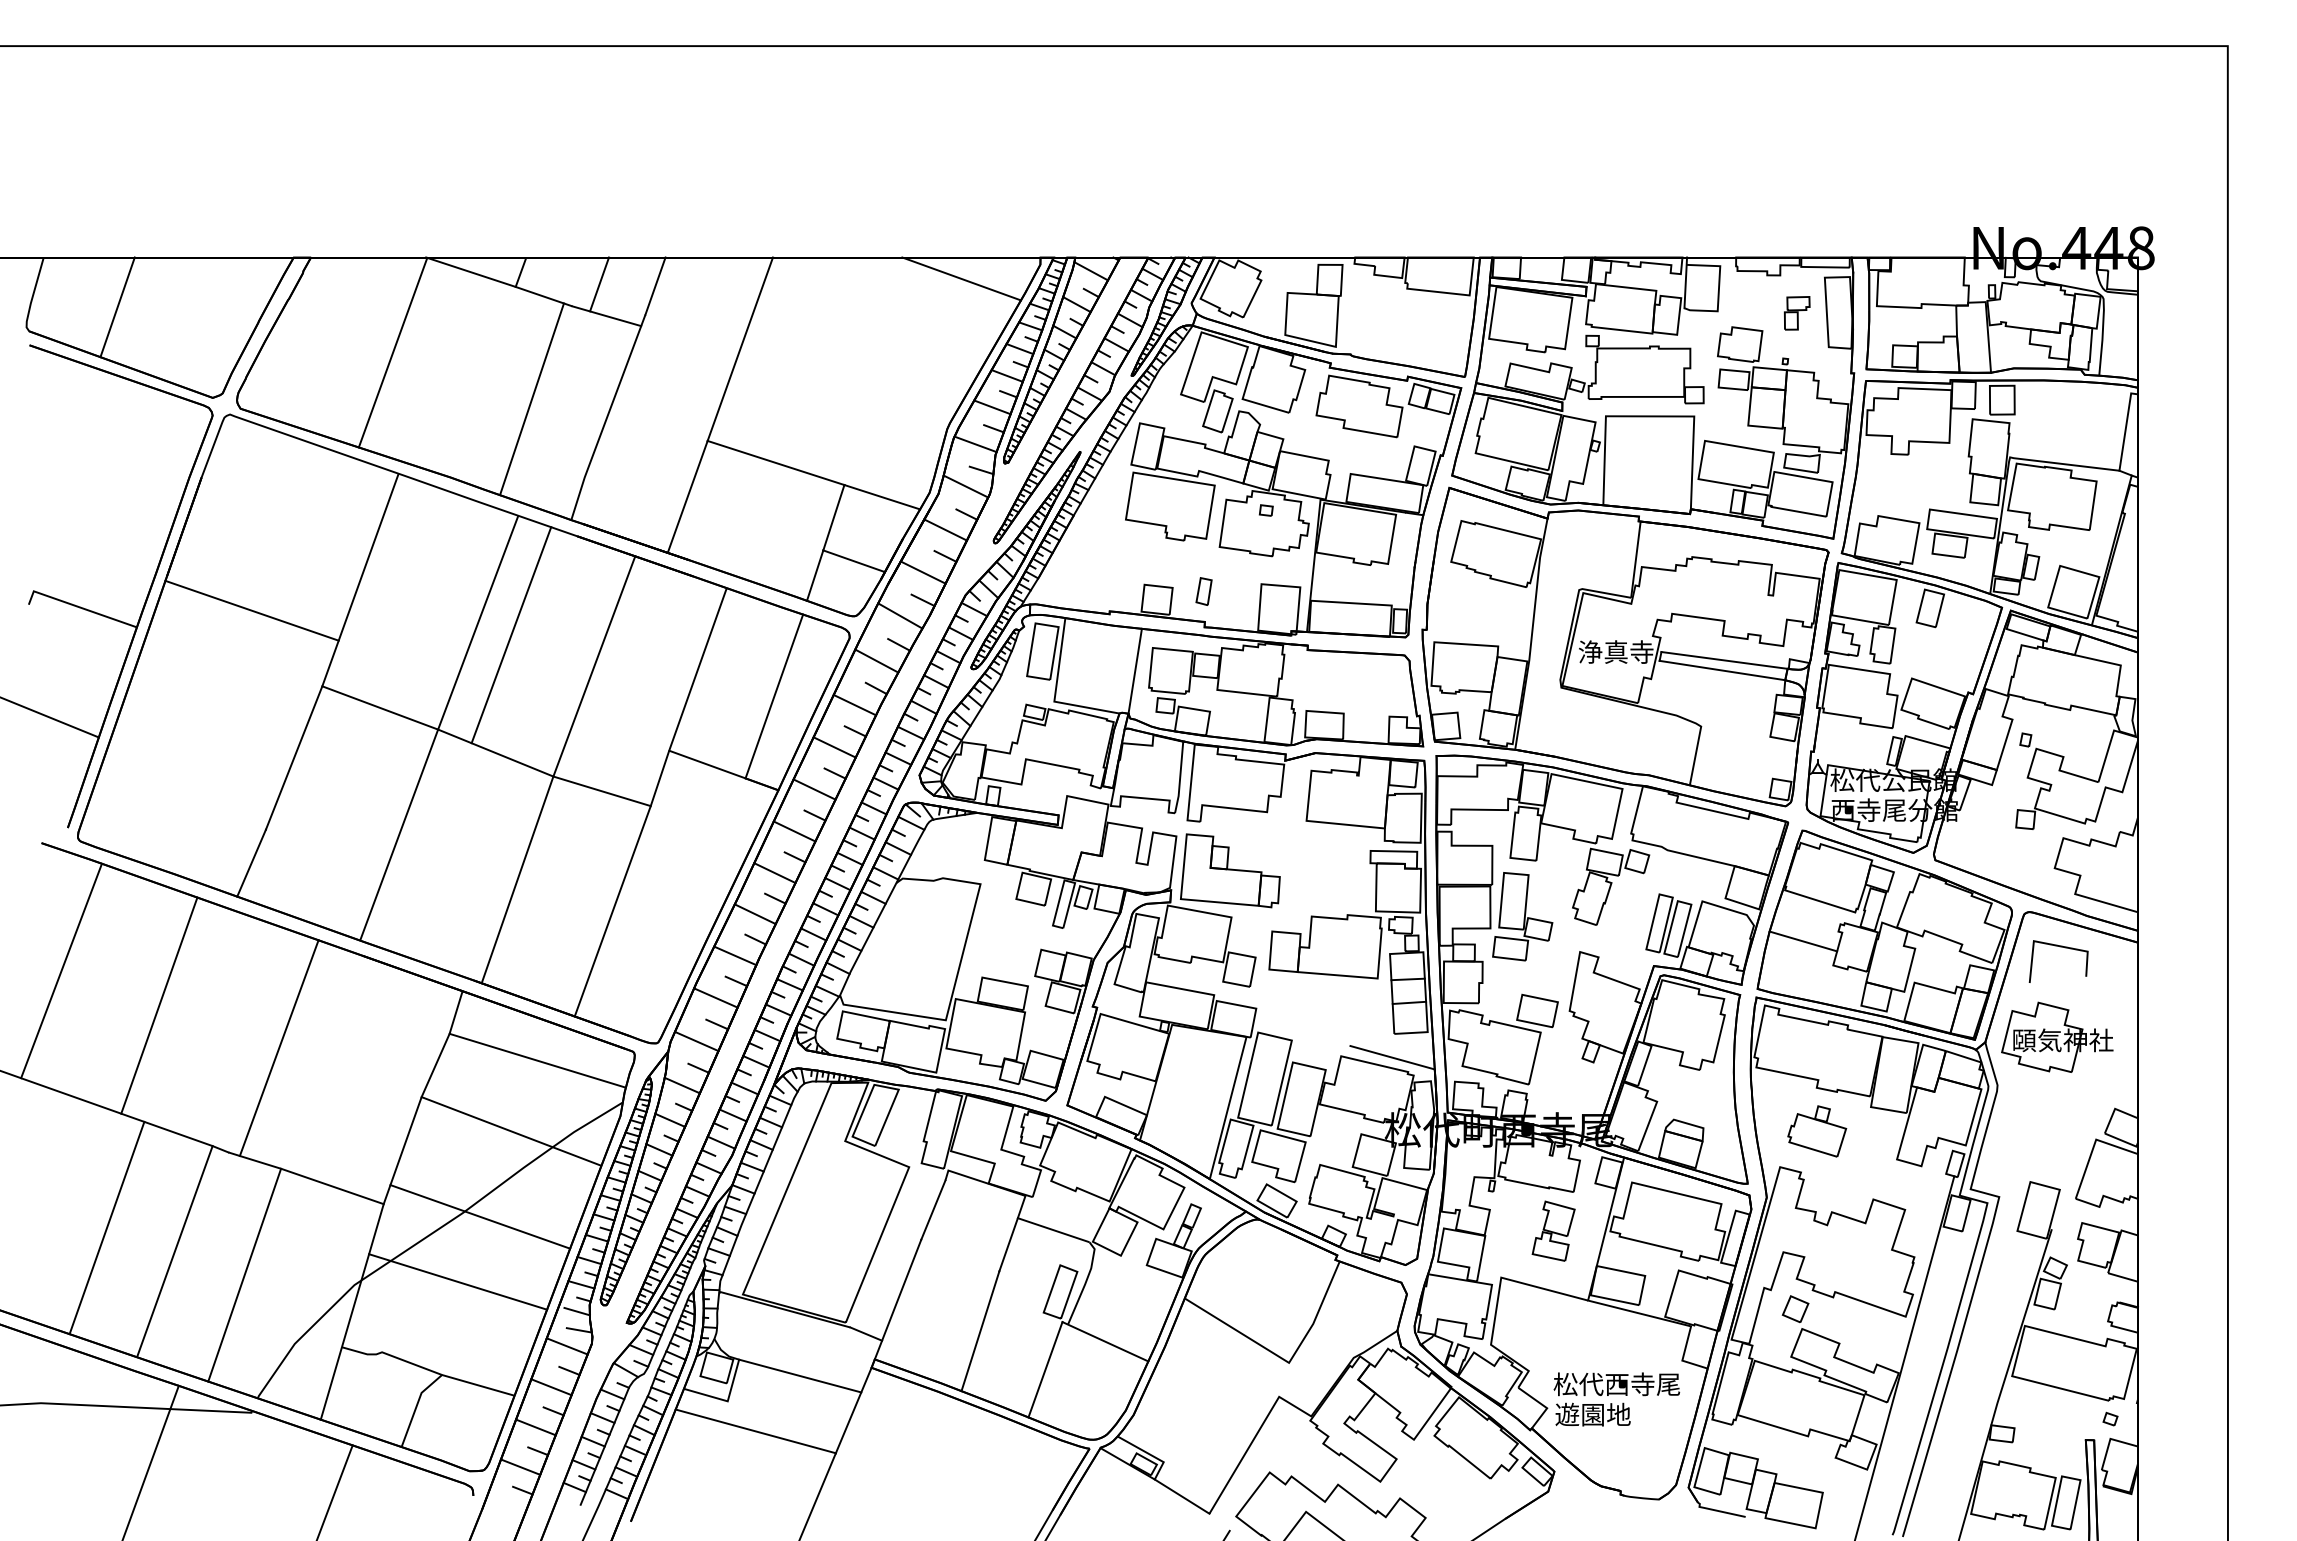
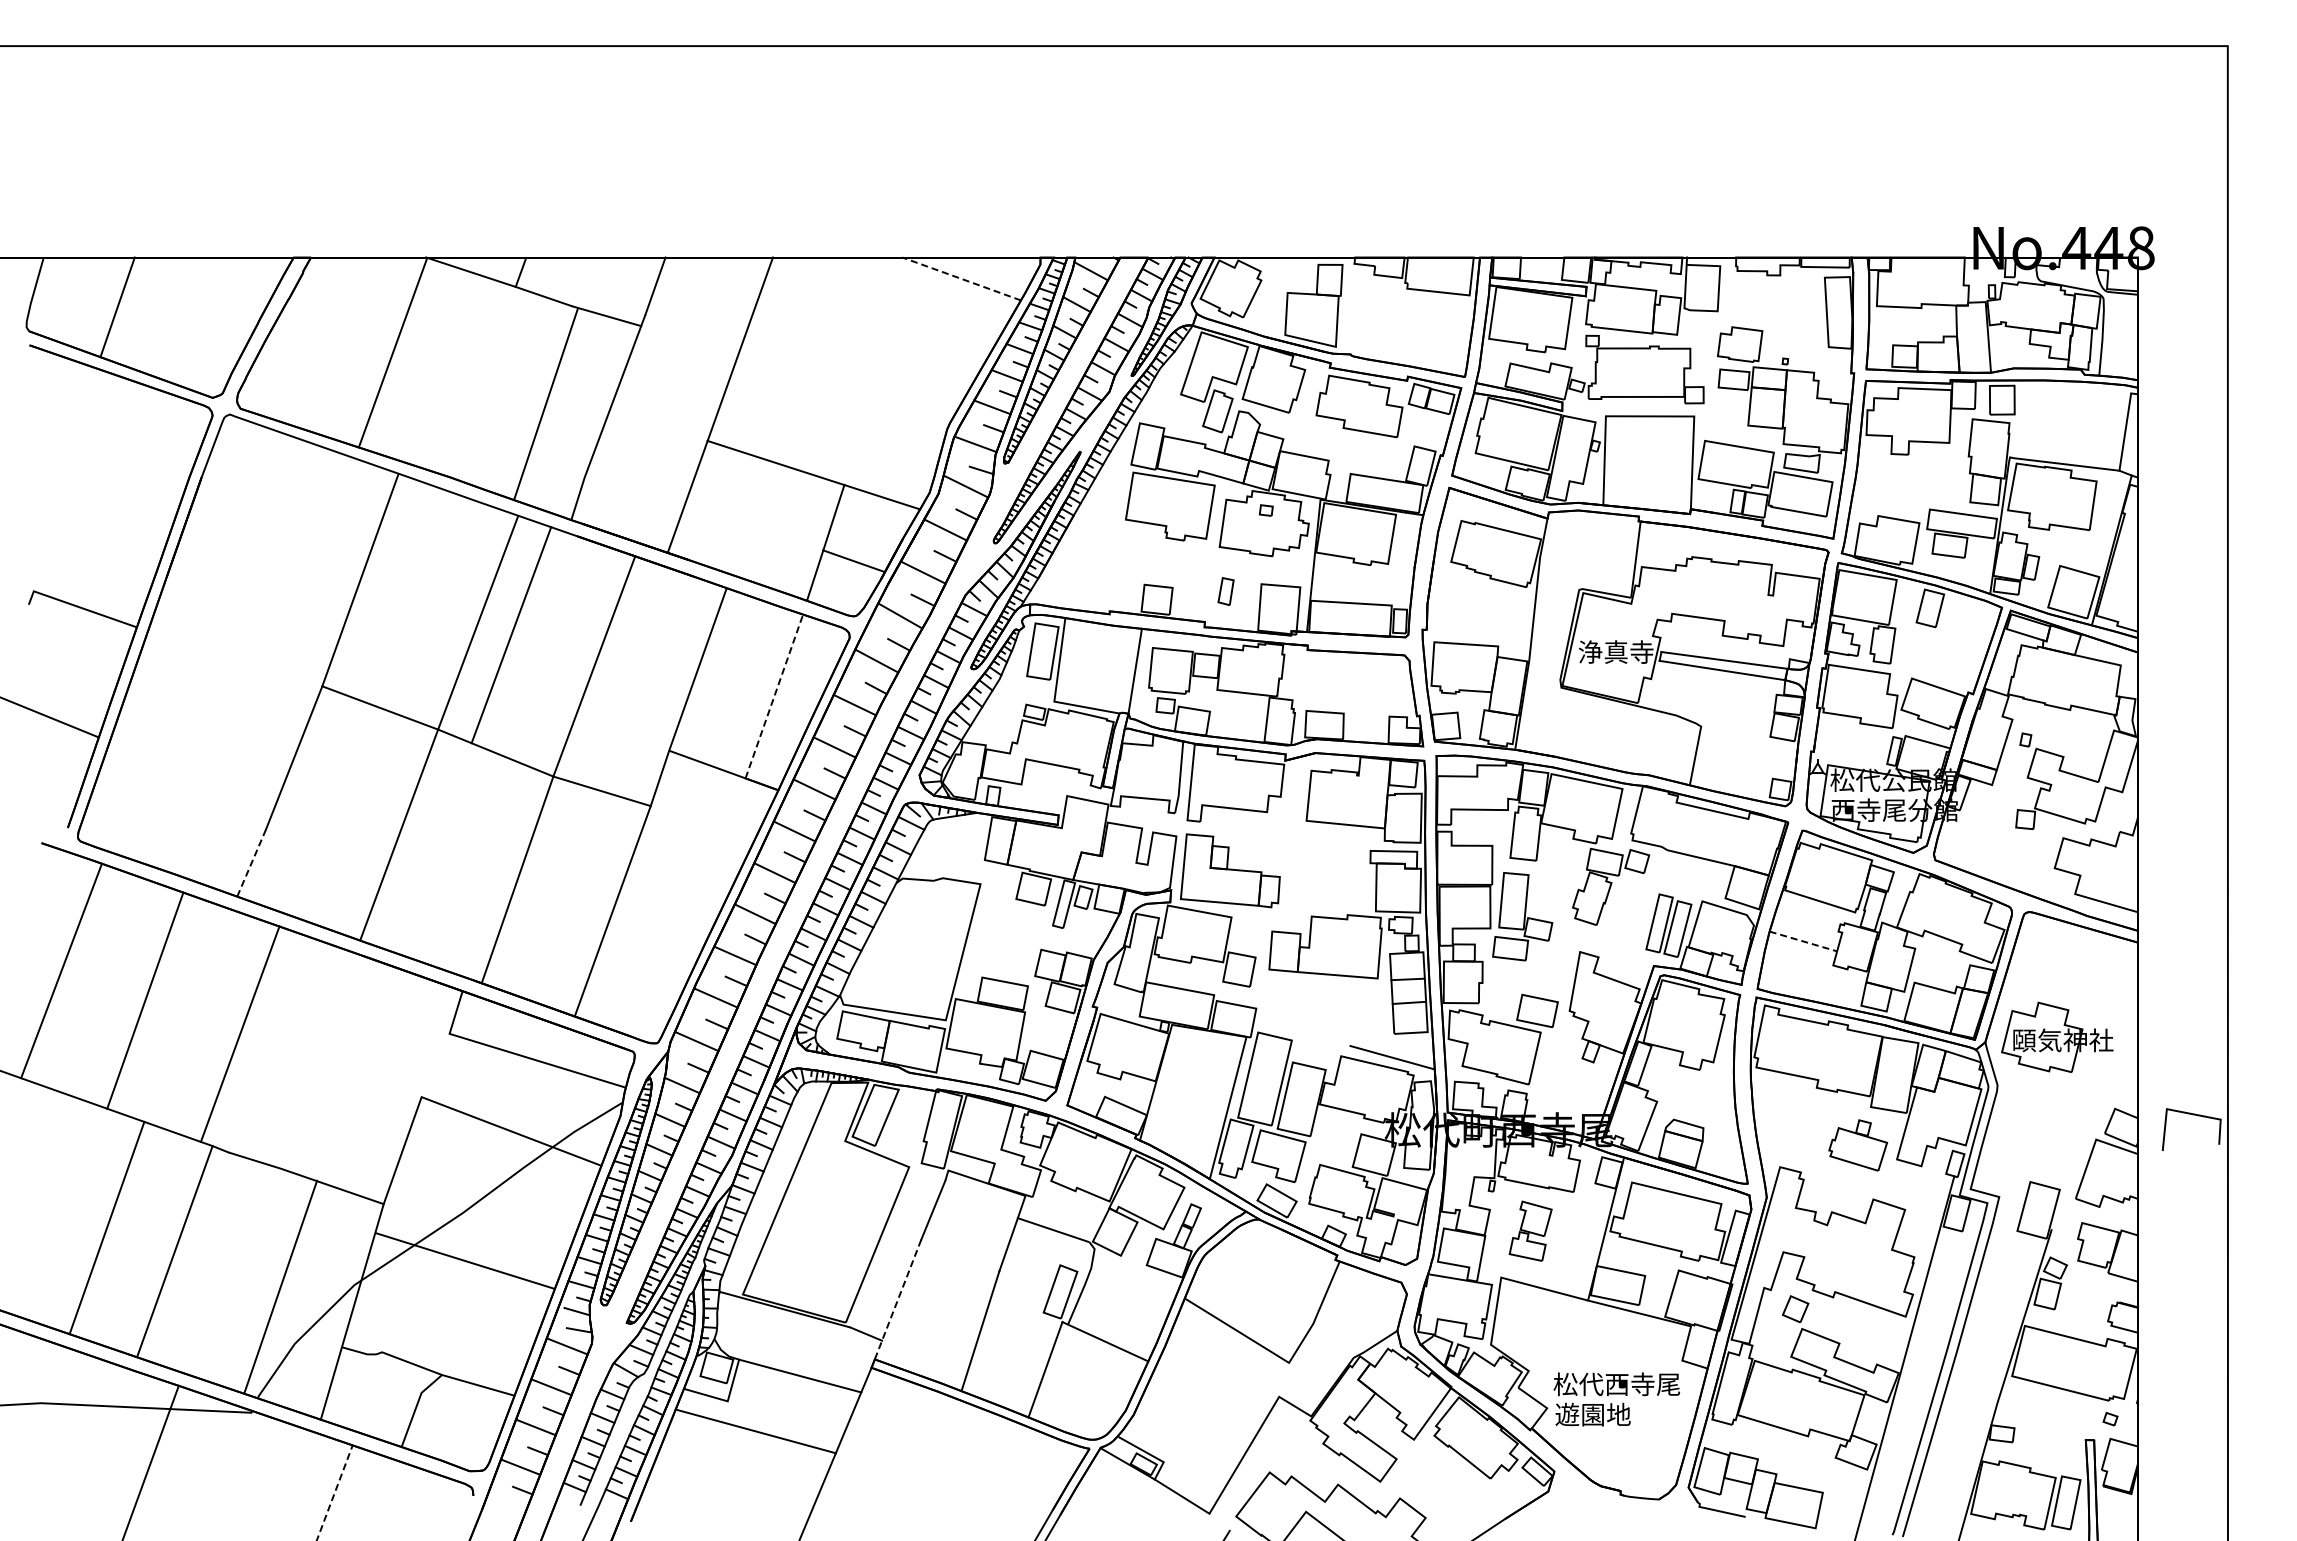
line at (961, 278): solid -> dashed
line at (599, 284): present -> none
part at (1797, 313): present -> none
line at (531, 399) position: (531, 399) -> (545, 404)
part at (1203, 591) position: (1203, 591) -> (1225, 591)
line at (251, 610): present -> none
line at (774, 696): solid -> dashed
line at (251, 862): solid -> dashed
line at (1803, 941): solid -> dashed
line at (2060, 947) position: (2060, 947) -> (2193, 1115)
line at (159, 1005) position: (159, 1005) -> (145, 1000)
line at (278, 1047) position: (278, 1047) -> (239, 1033)
line at (435, 1065): present -> none
part at (1817, 1131) position: (1817, 1131) -> (1858, 1145)
line at (480, 1216): present -> none
part at (1553, 1230) position: (1553, 1230) -> (1530, 1230)
line at (244, 1274) position: (244, 1274) -> (280, 1286)
line at (458, 1281) position: (458, 1281) -> (465, 1260)
line at (897, 1300): solid -> dashed
line at (334, 1492): solid -> dashed
